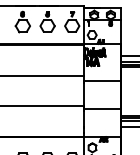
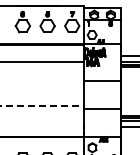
line at (43, 76) position: (43, 76) -> (43, 62)
line at (42, 105): solid -> dashed
